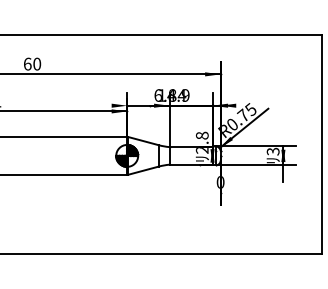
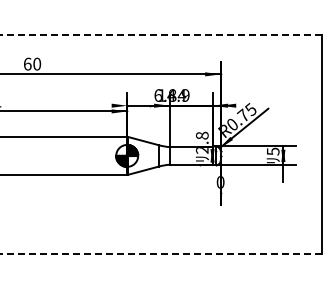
line at (161, 35): solid -> dashed
text at (272, 151): 3 -> 5
line at (161, 253): solid -> dashed
